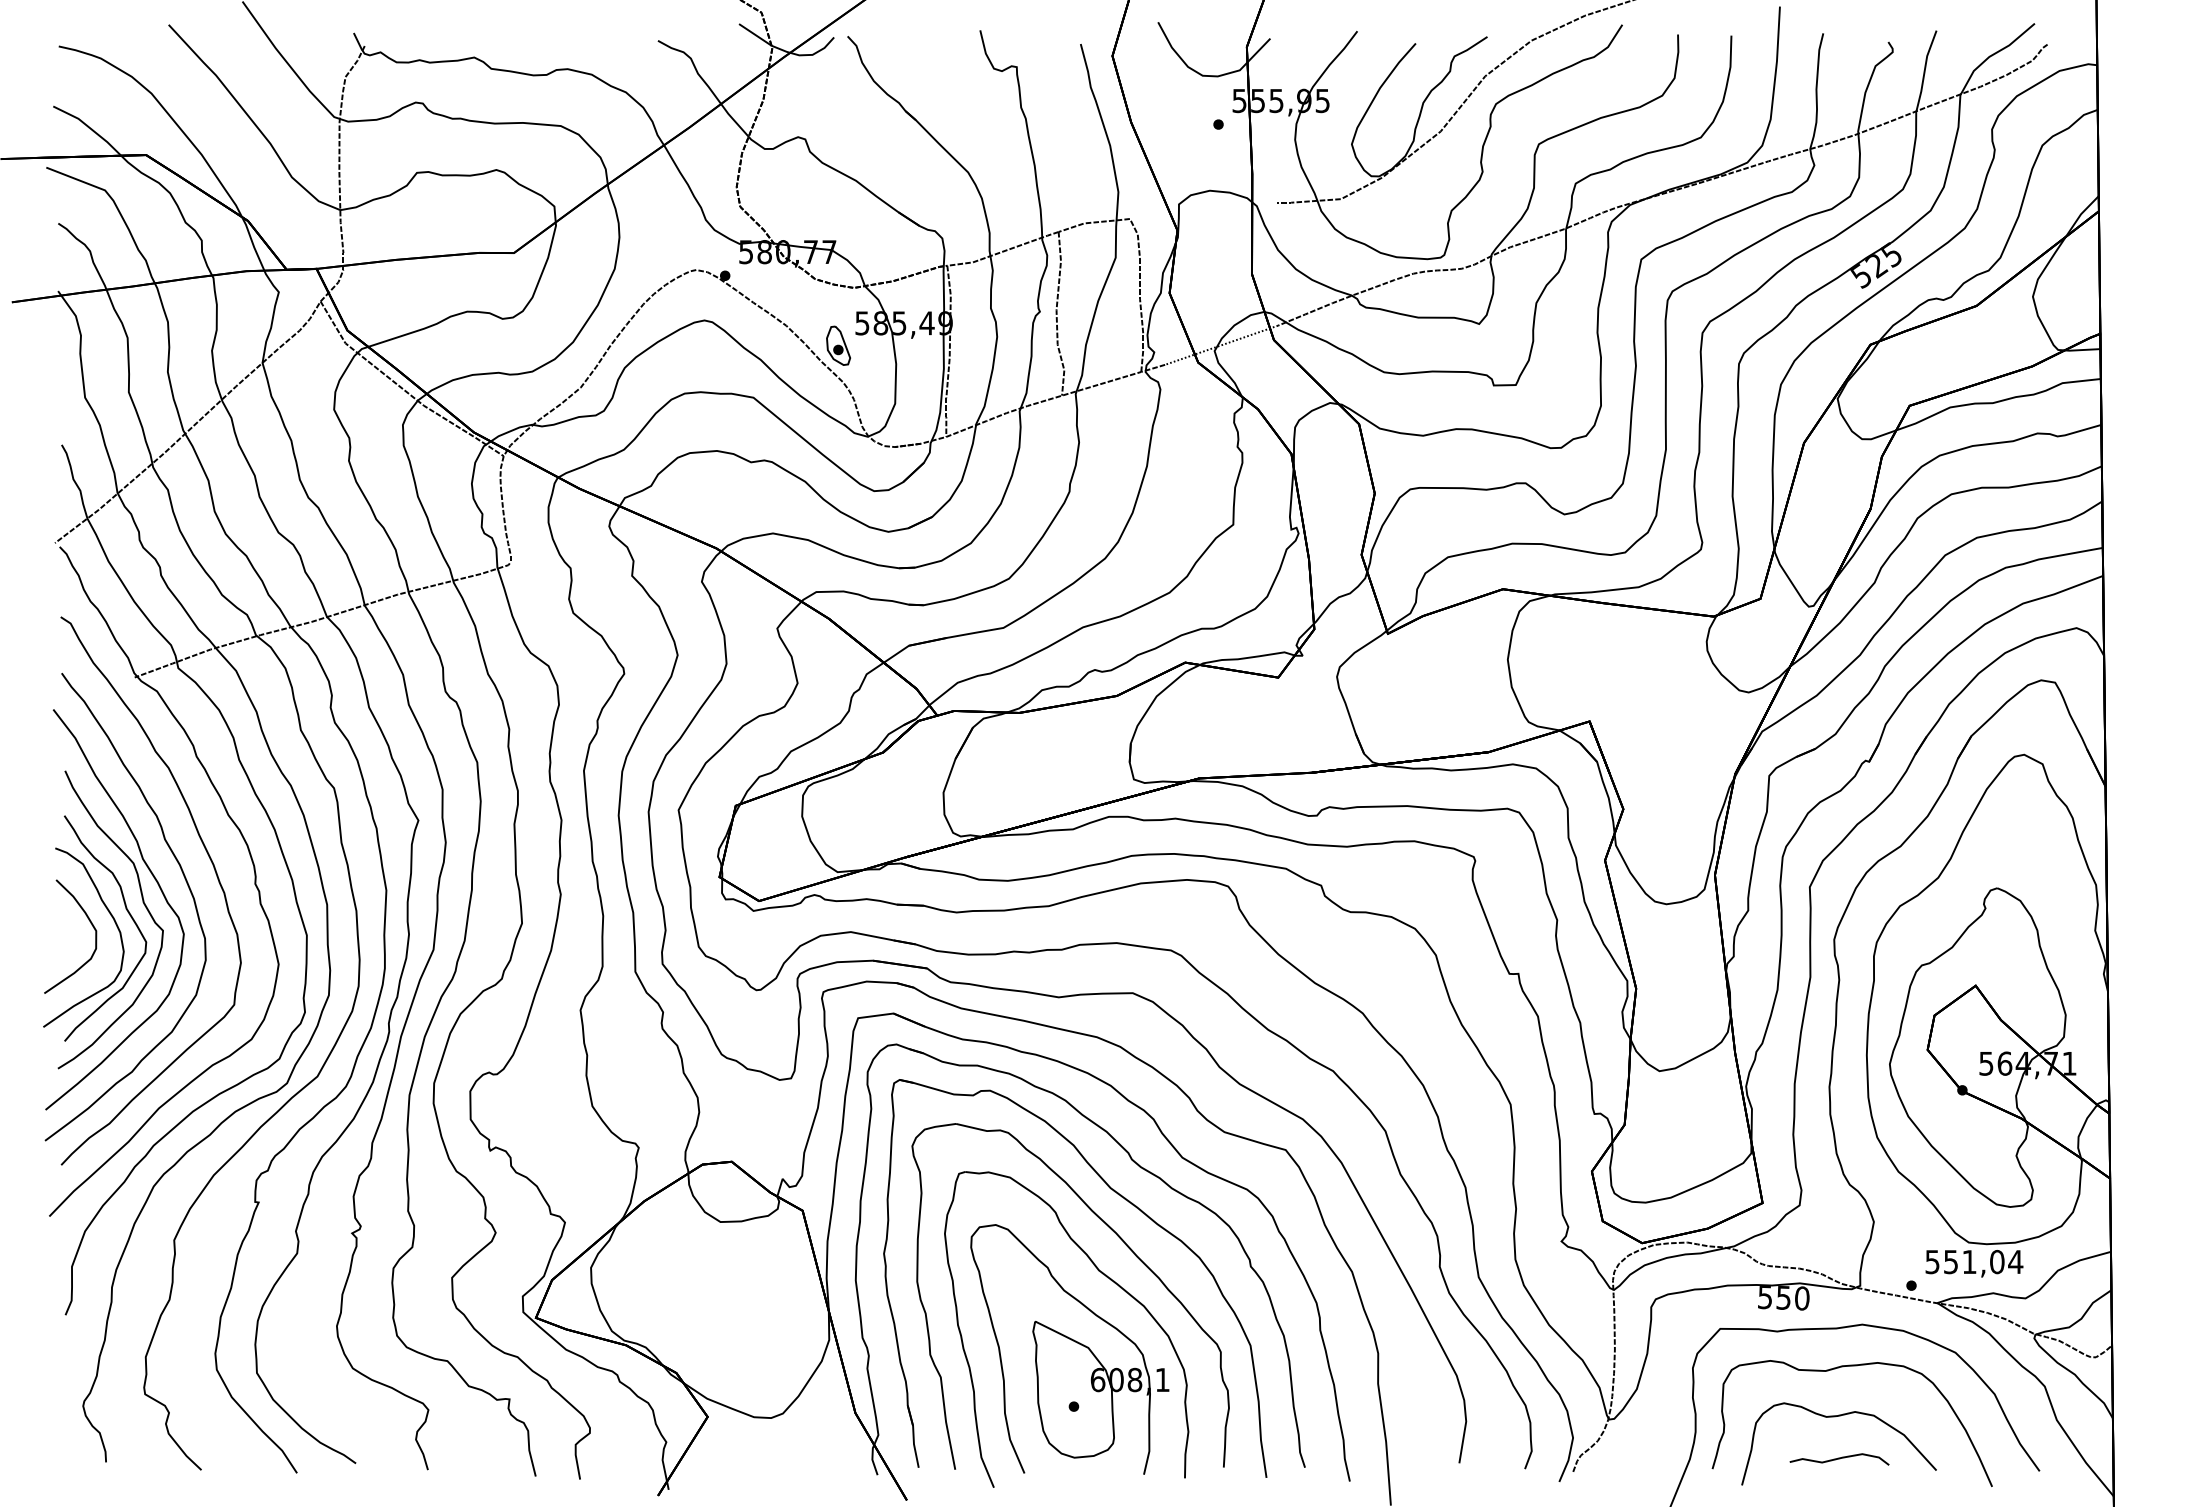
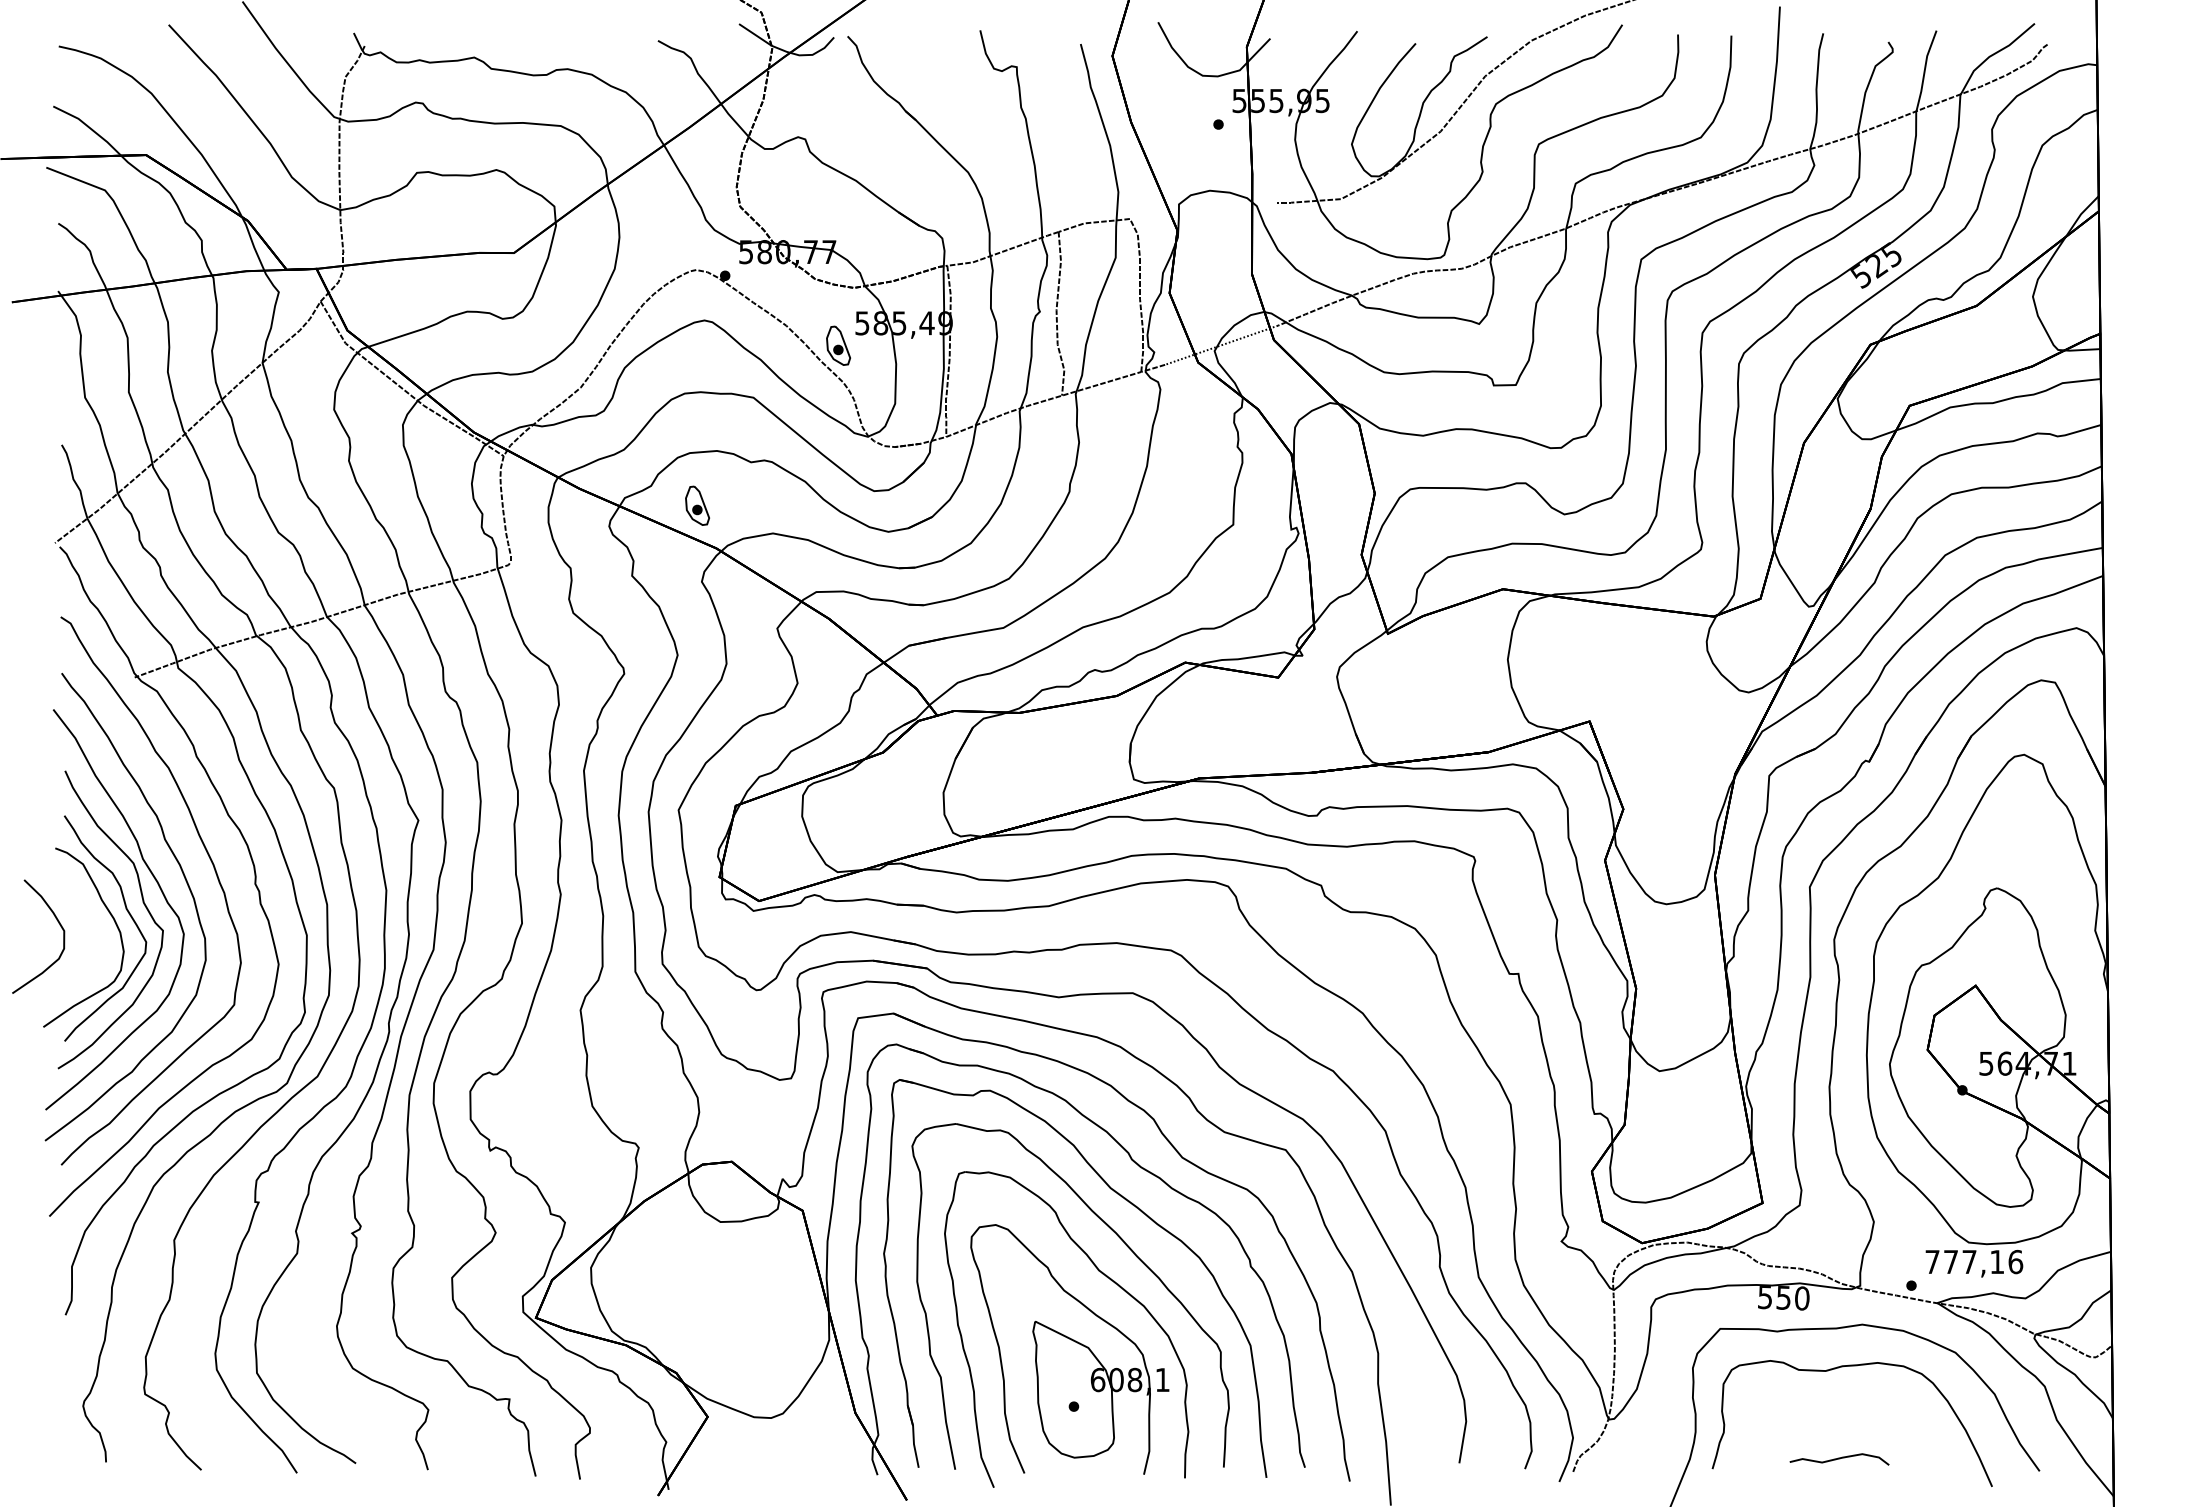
part at (697, 505): none -> present
curve at (91, 925) position: (91, 925) -> (59, 925)
text at (1974, 1261): 551,04 -> 777,16
curve at (1835, 1417): present -> none
